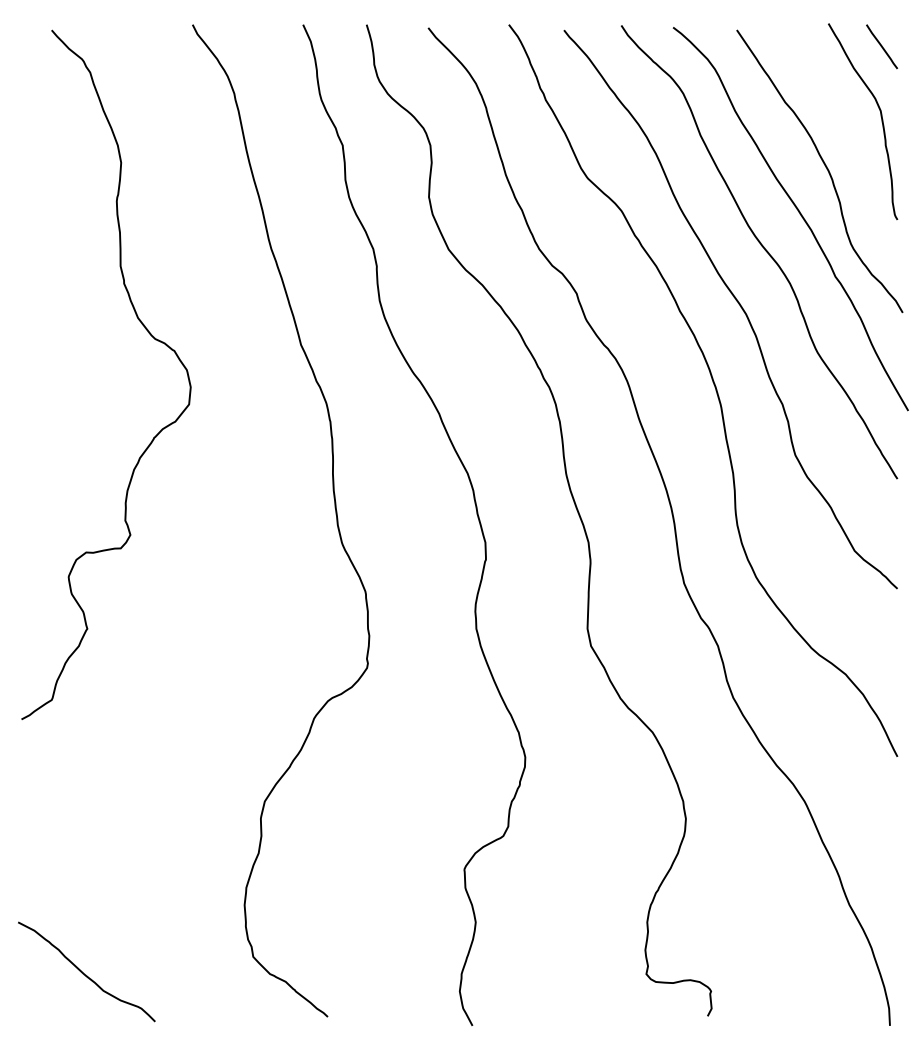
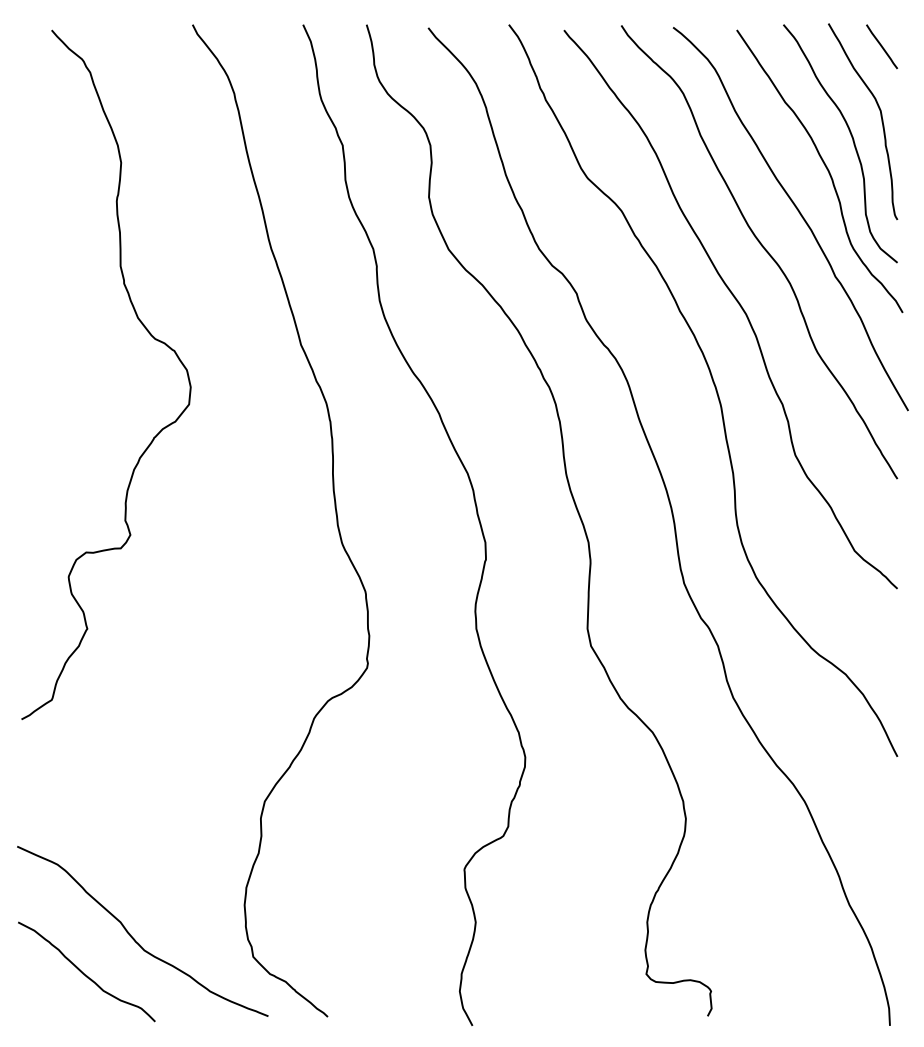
curve at (852, 141): none -> present
curve at (134, 938): none -> present
